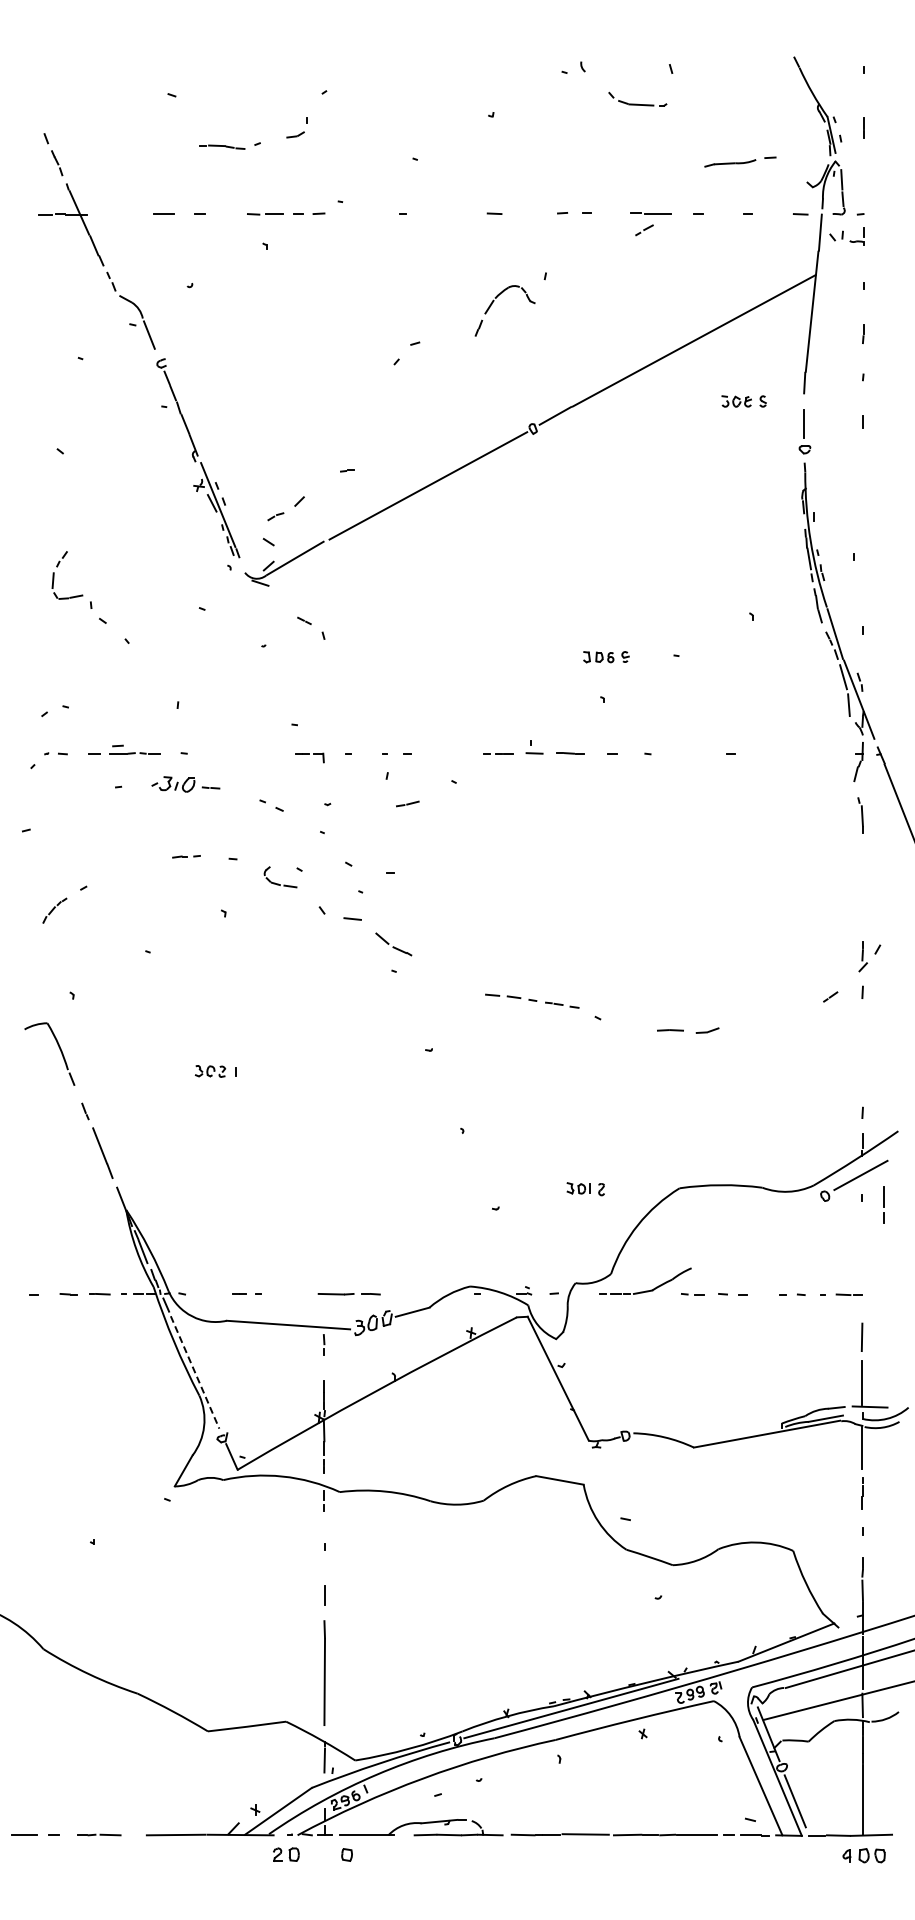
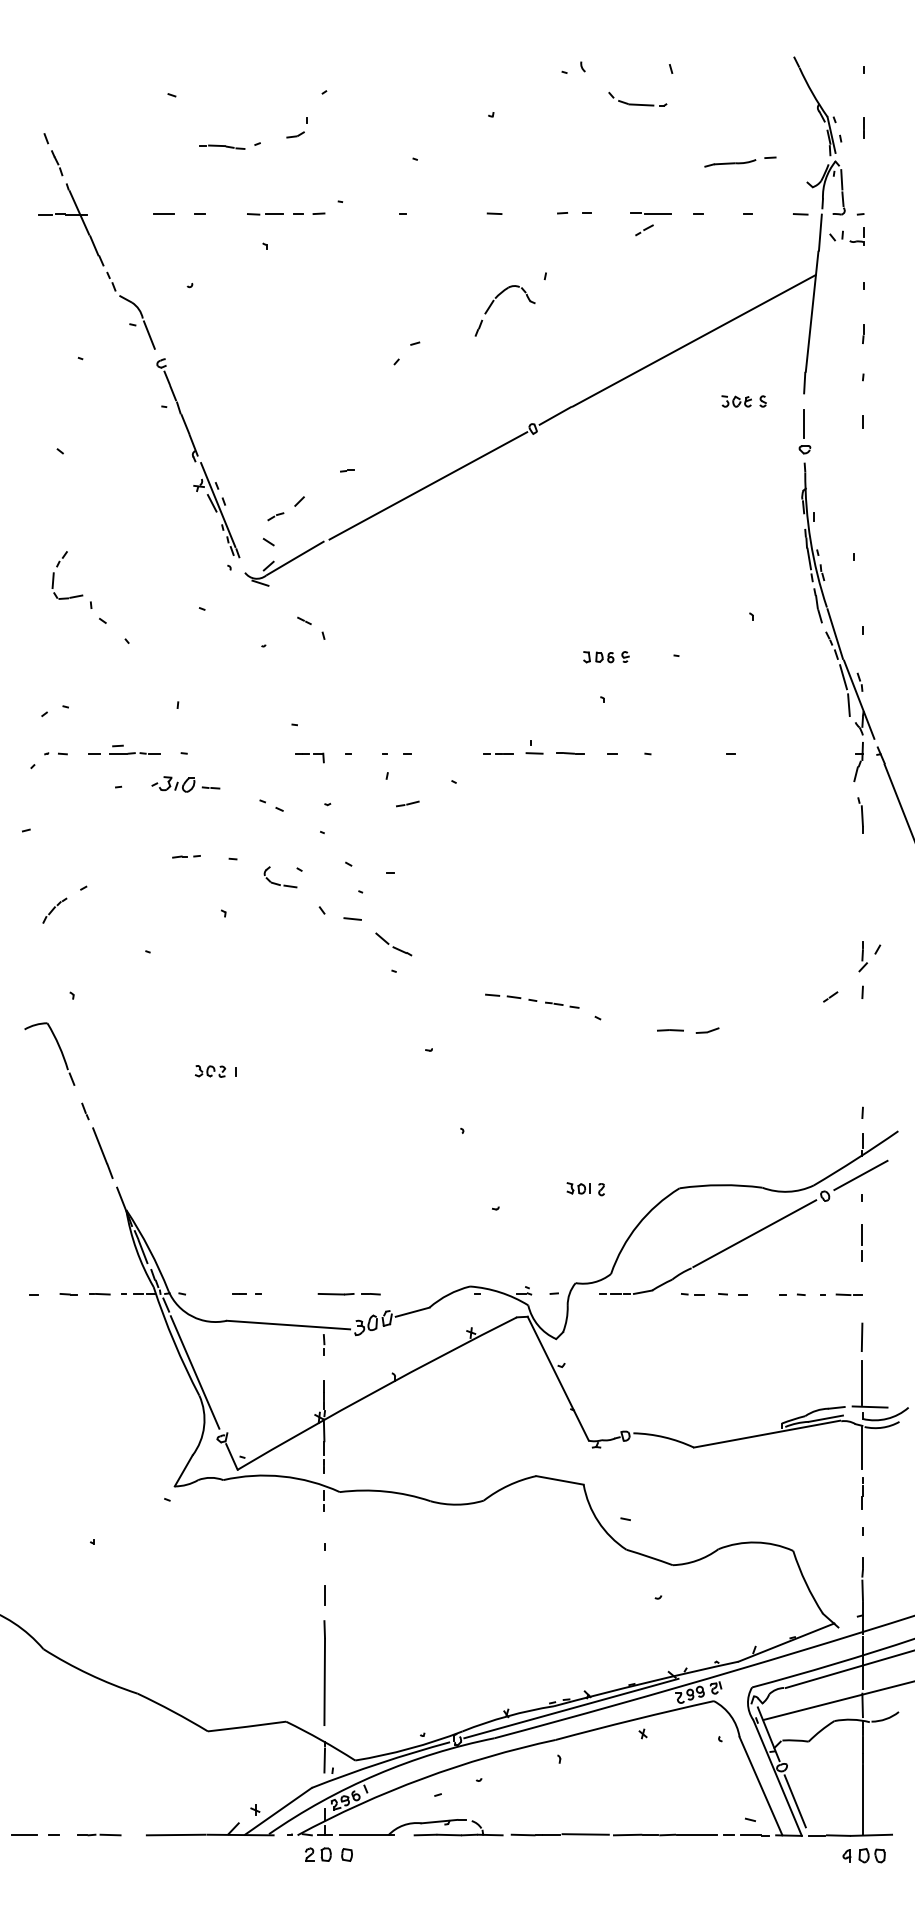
line at (883, 1204) position: (883, 1204) -> (861, 1242)
line at (754, 1233): none -> present
line at (195, 1372): dashed -> solid
part at (286, 1854) position: (286, 1854) -> (318, 1854)
